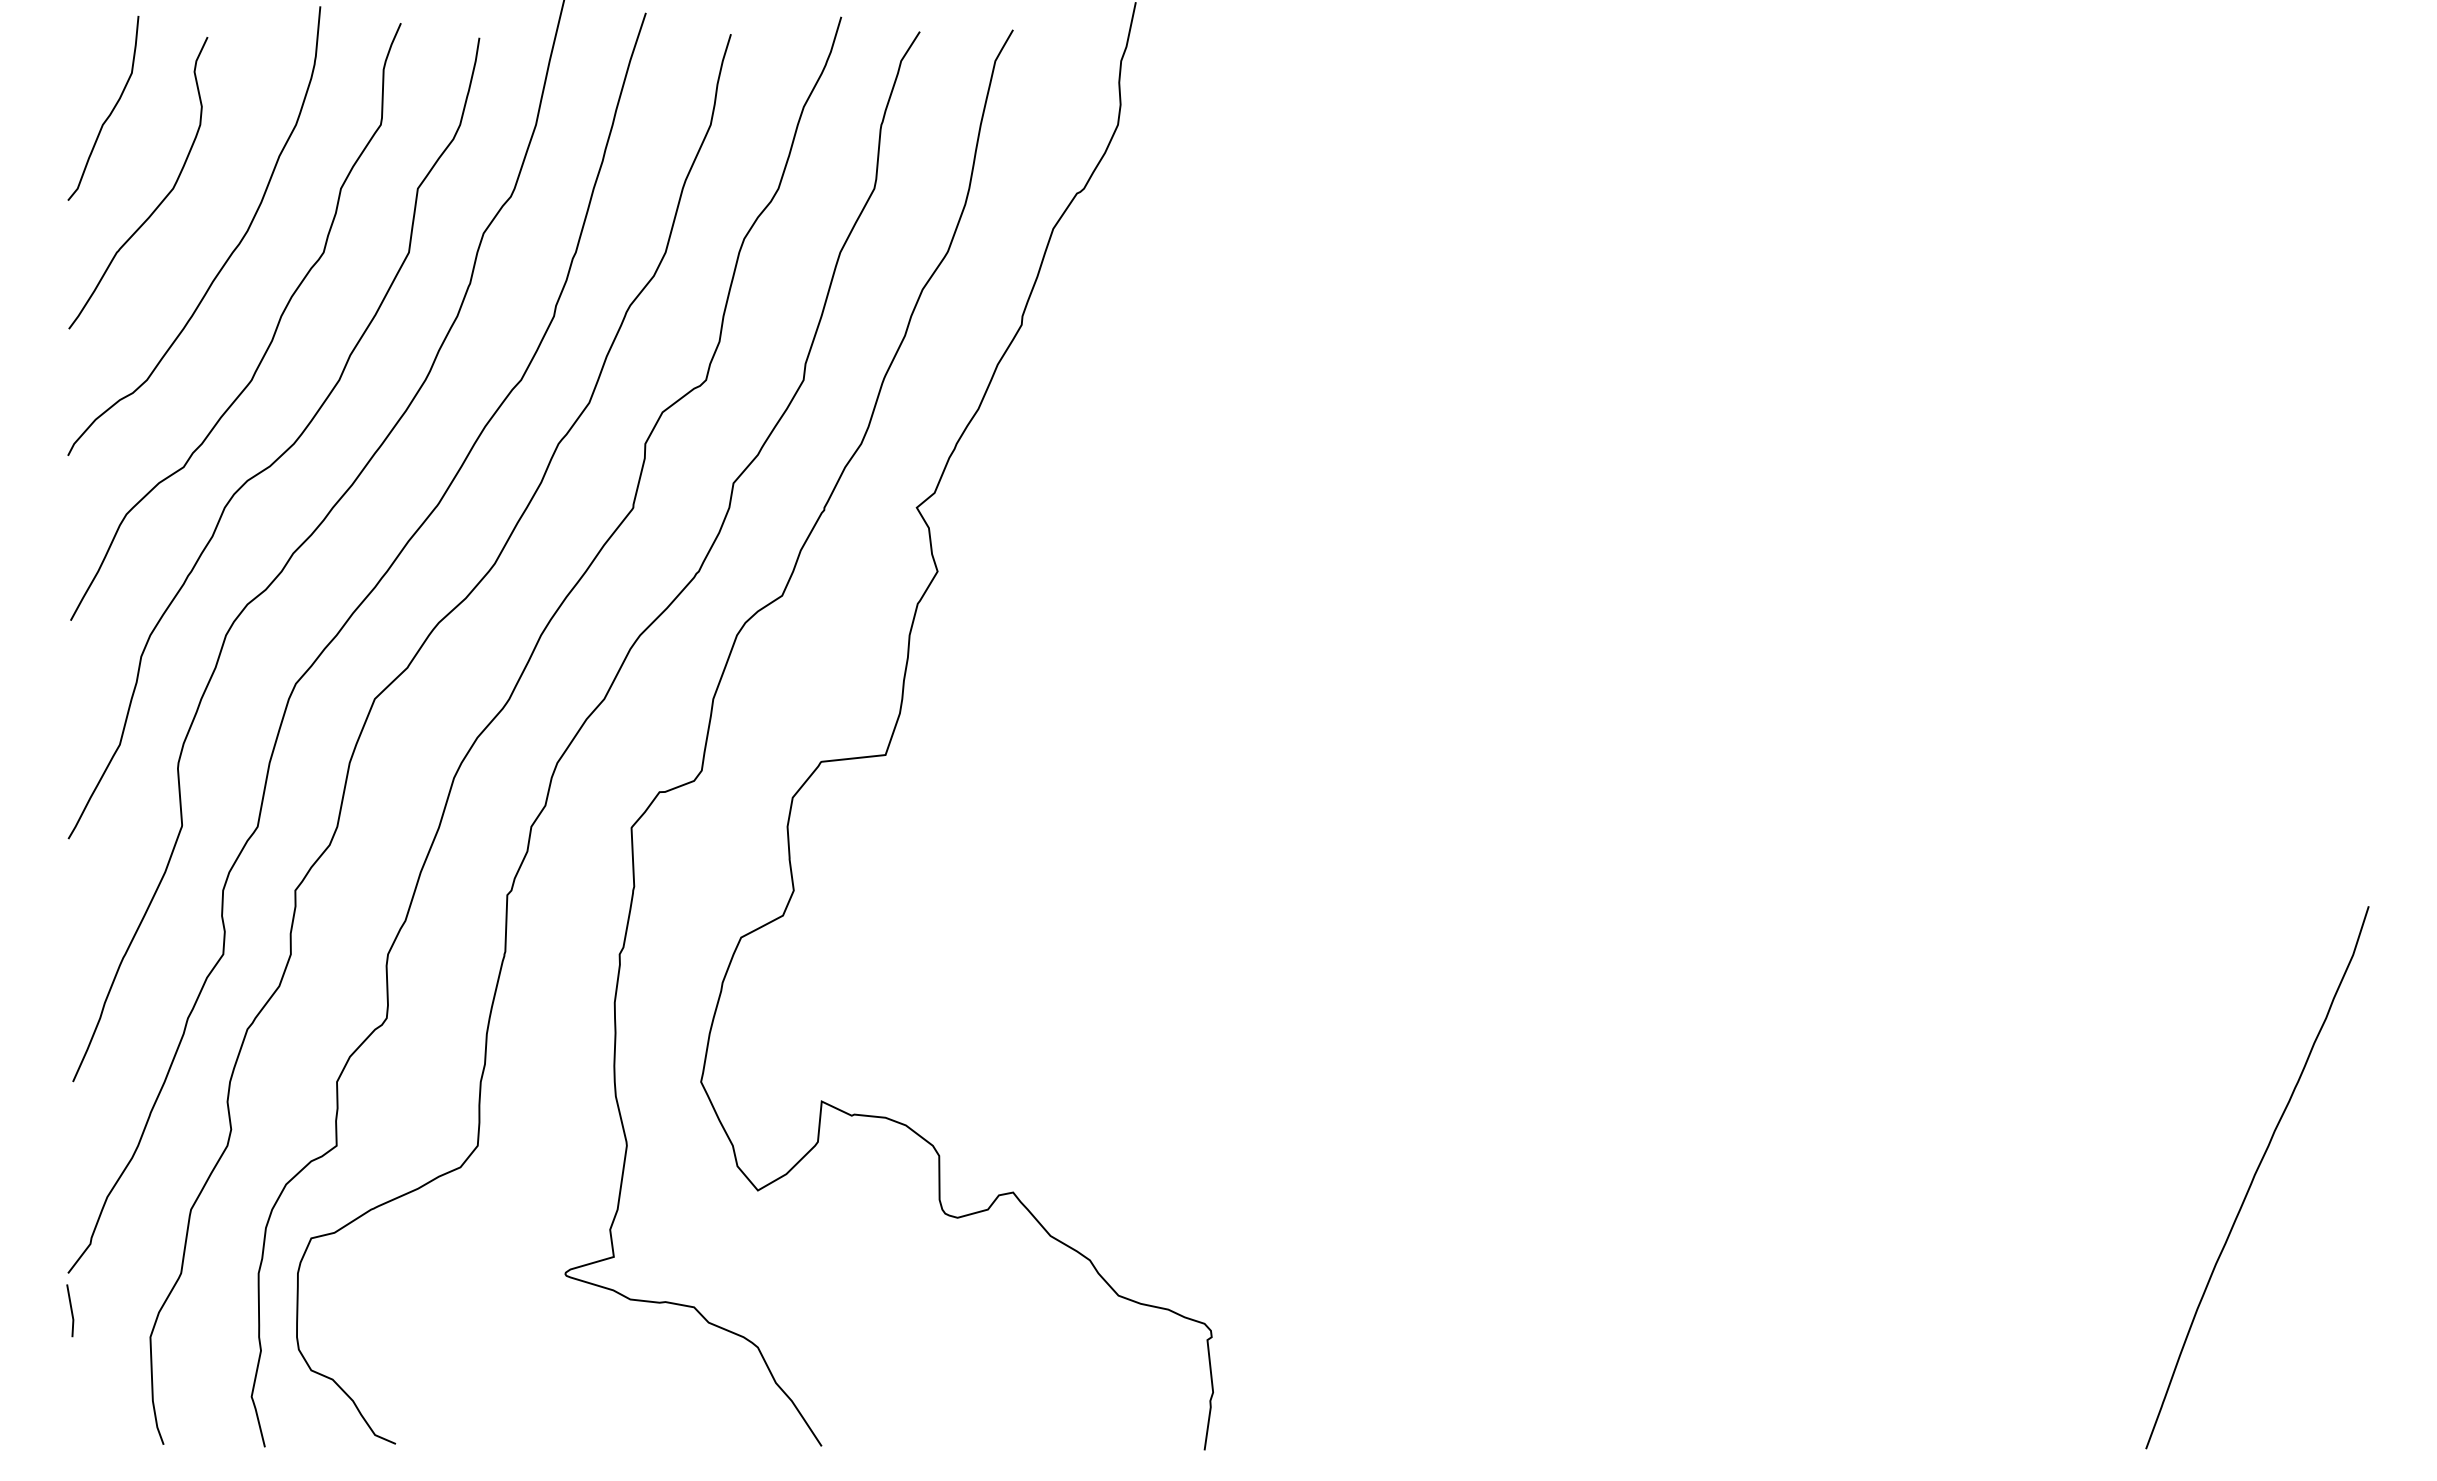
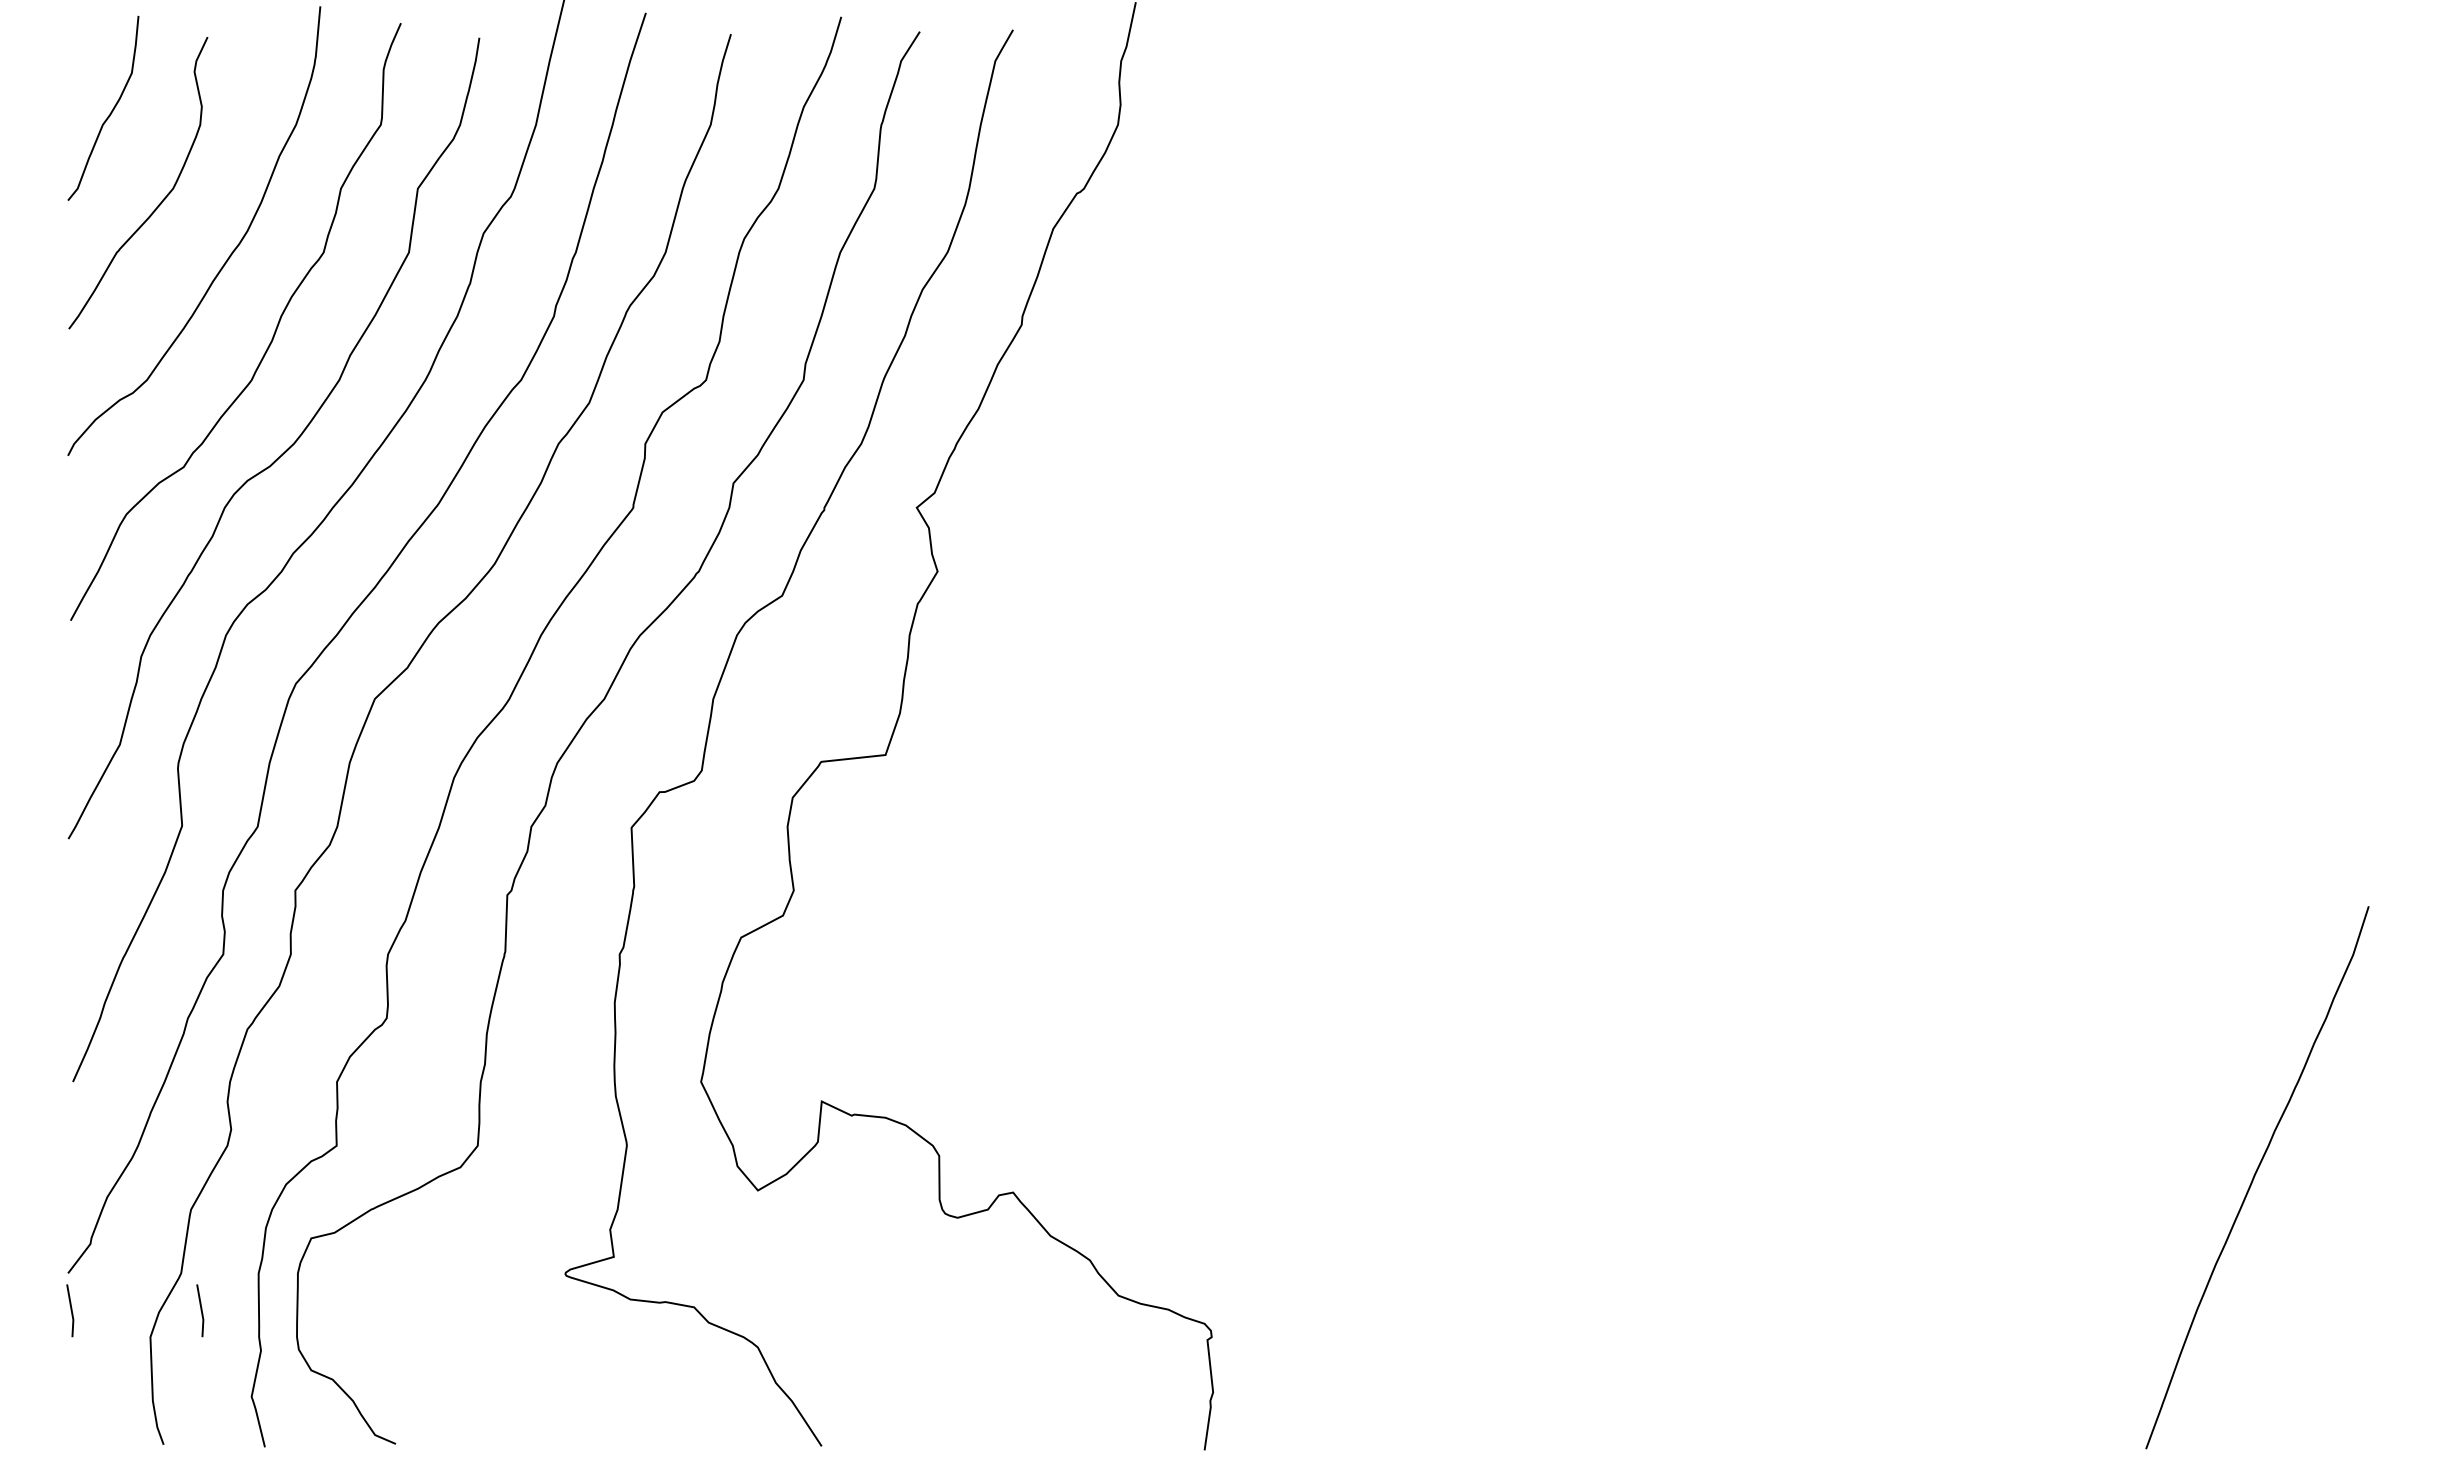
line at (200, 1310): none -> present
